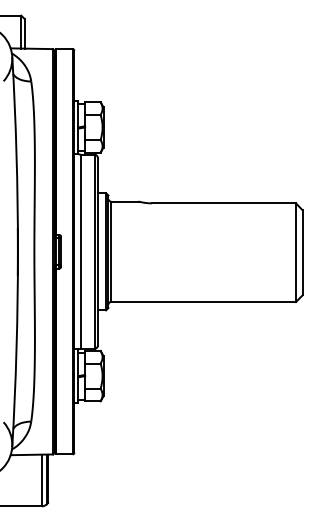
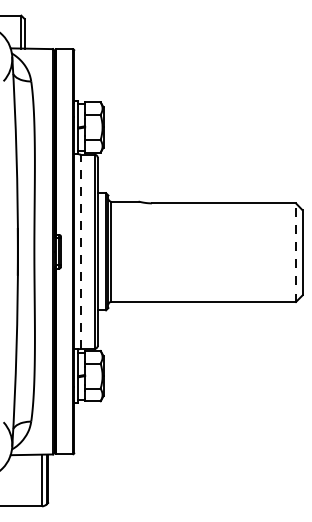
line at (81, 251): solid -> dashed
line at (295, 252): solid -> dashed
